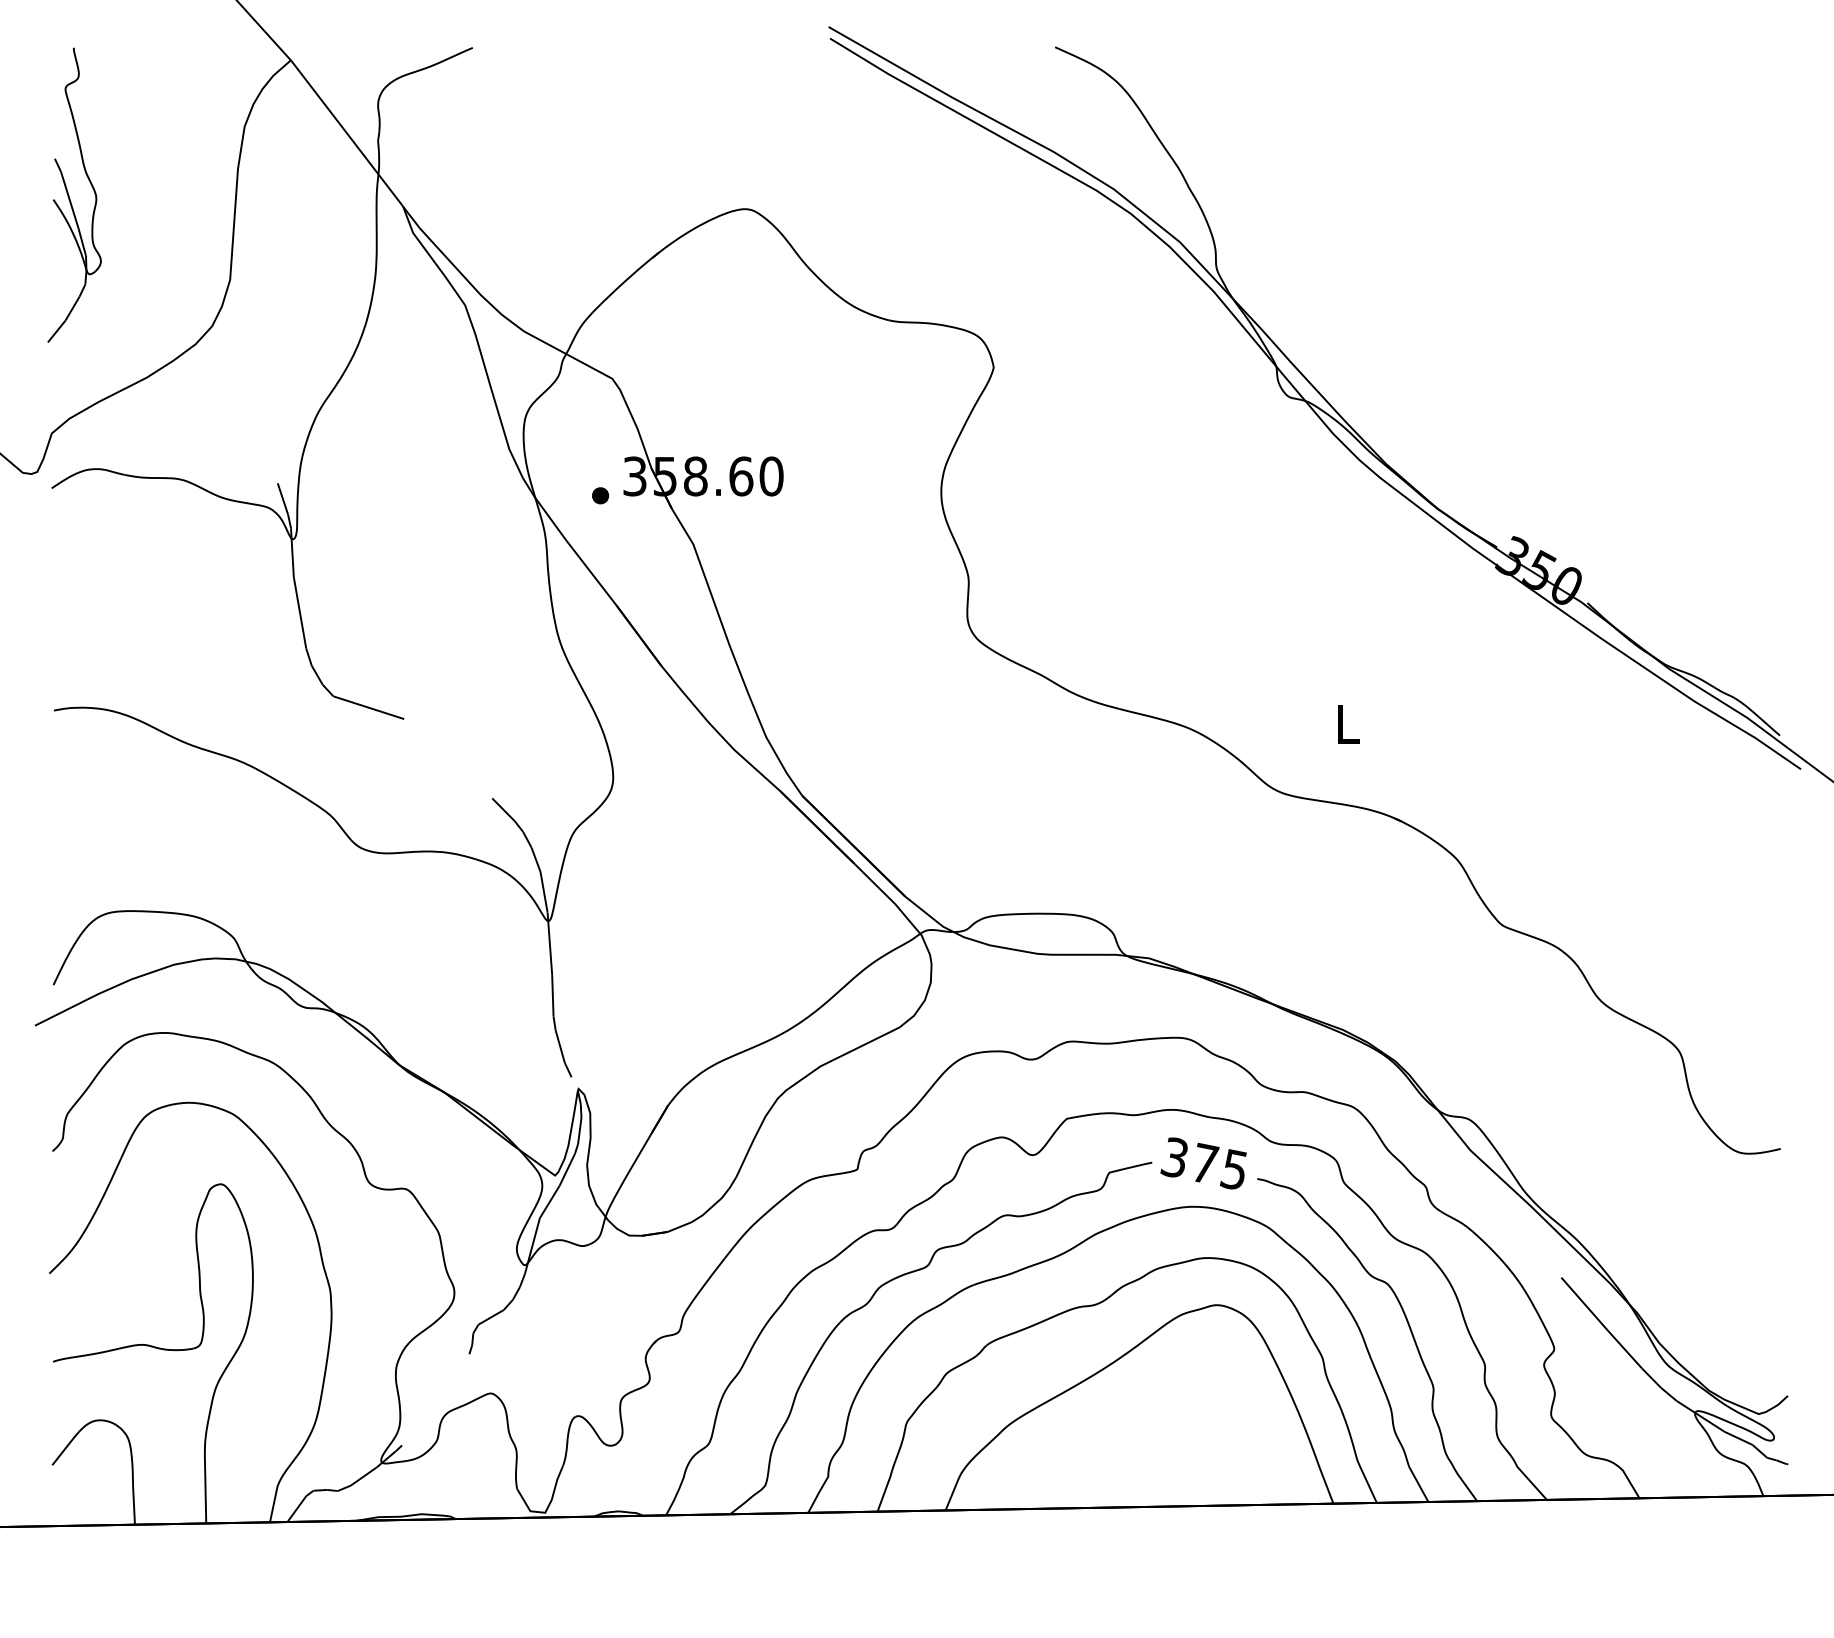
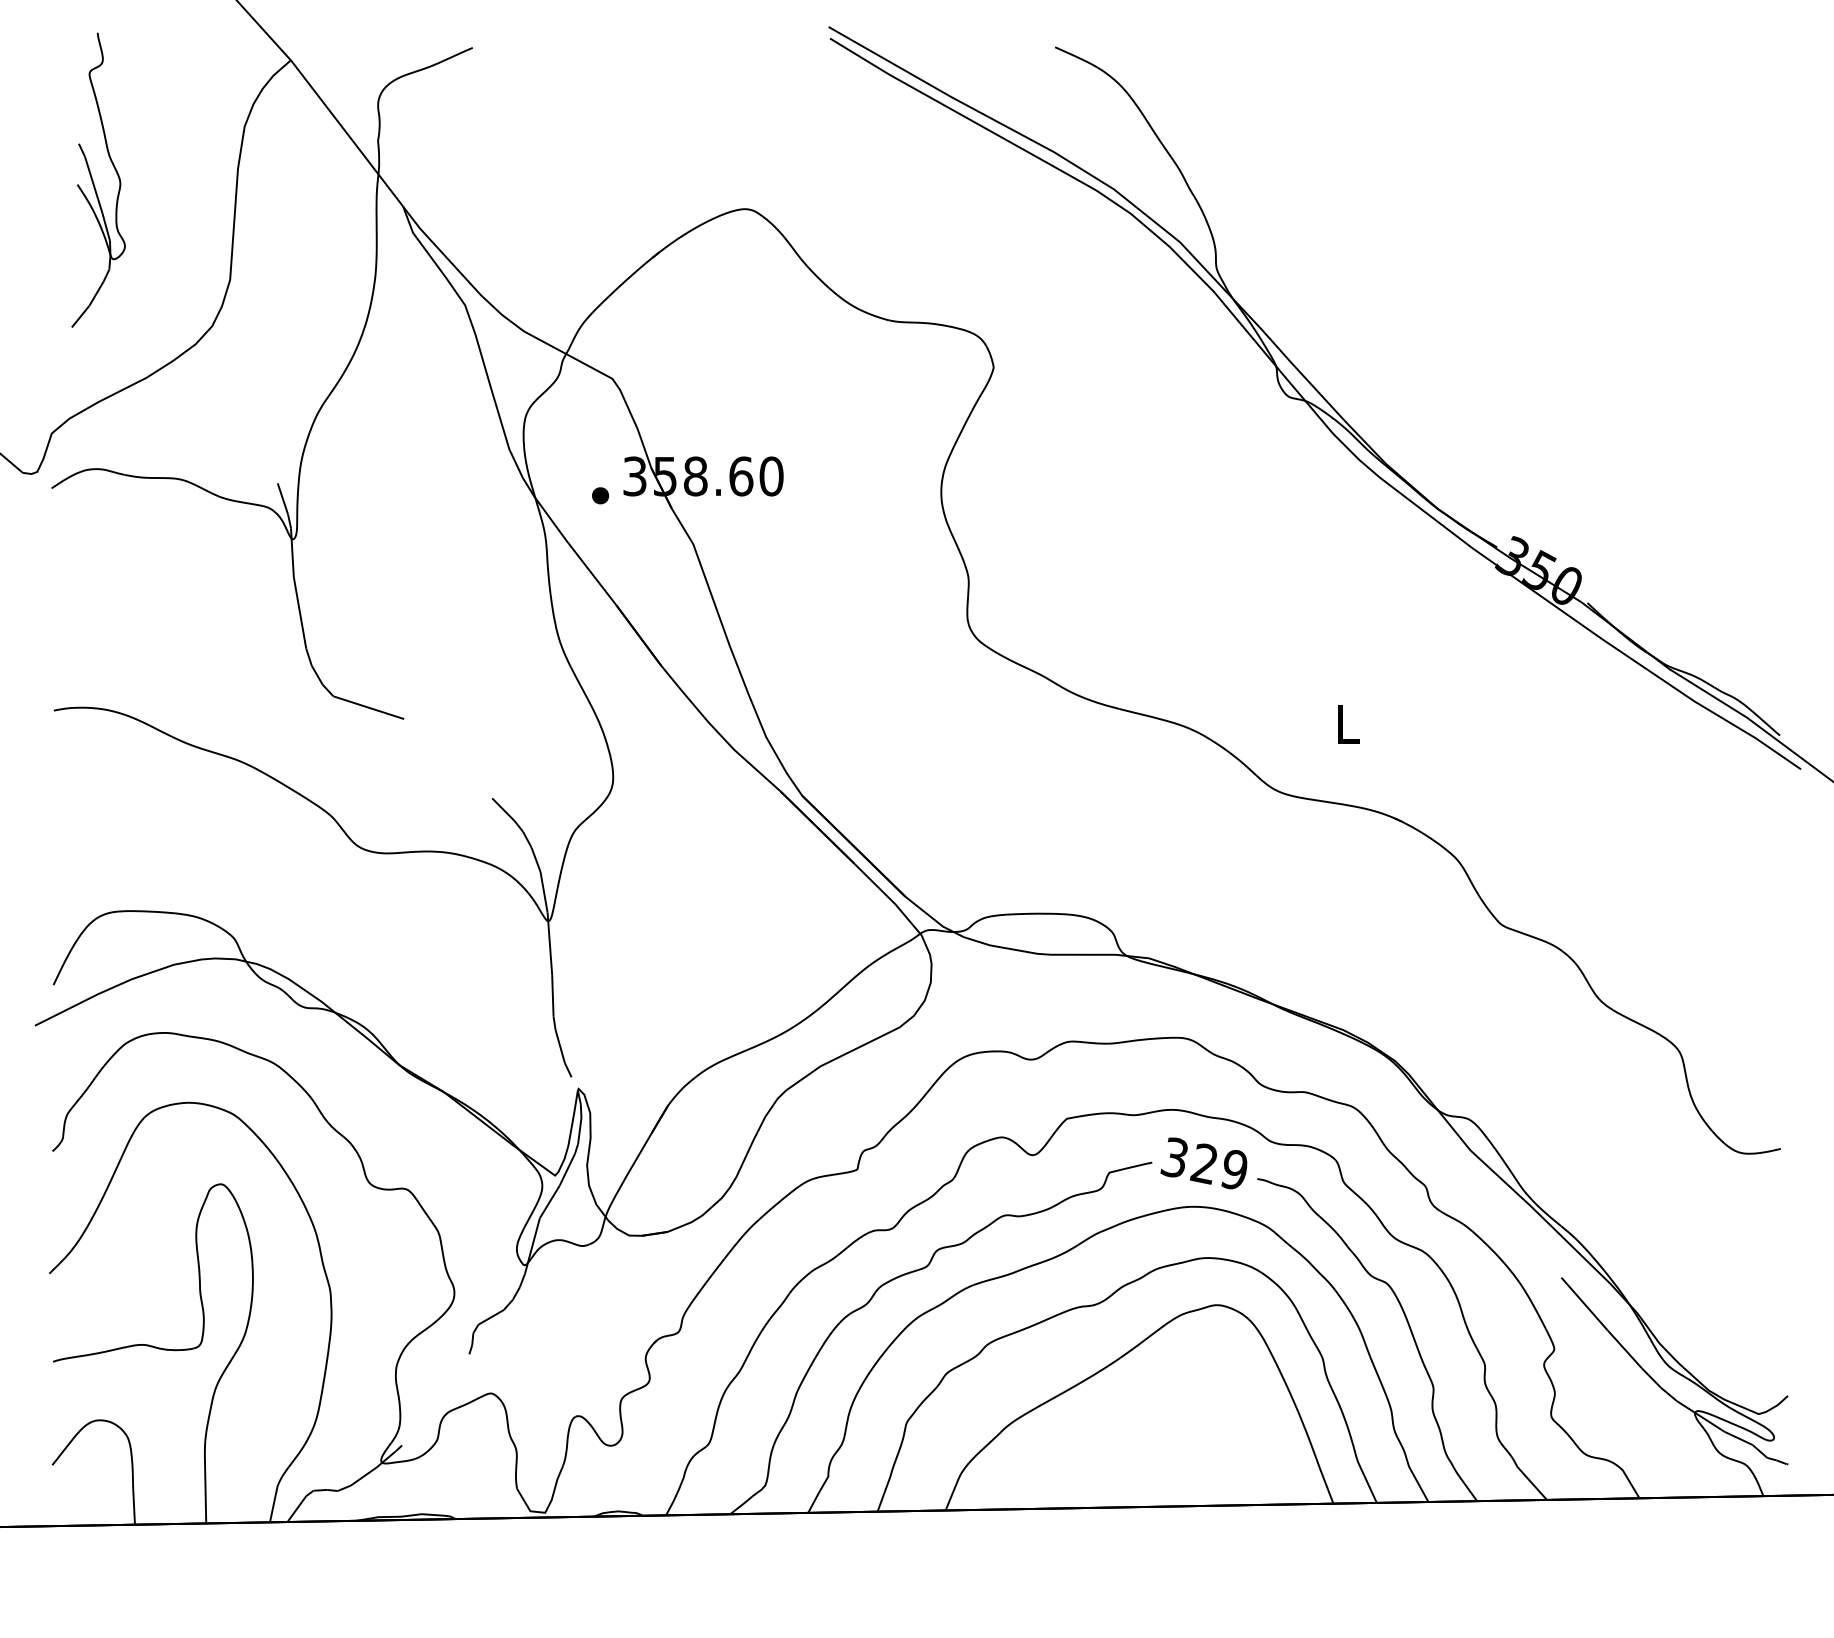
part at (74, 194) position: (74, 194) -> (98, 179)
text at (1218, 1165): 375 -> 329
